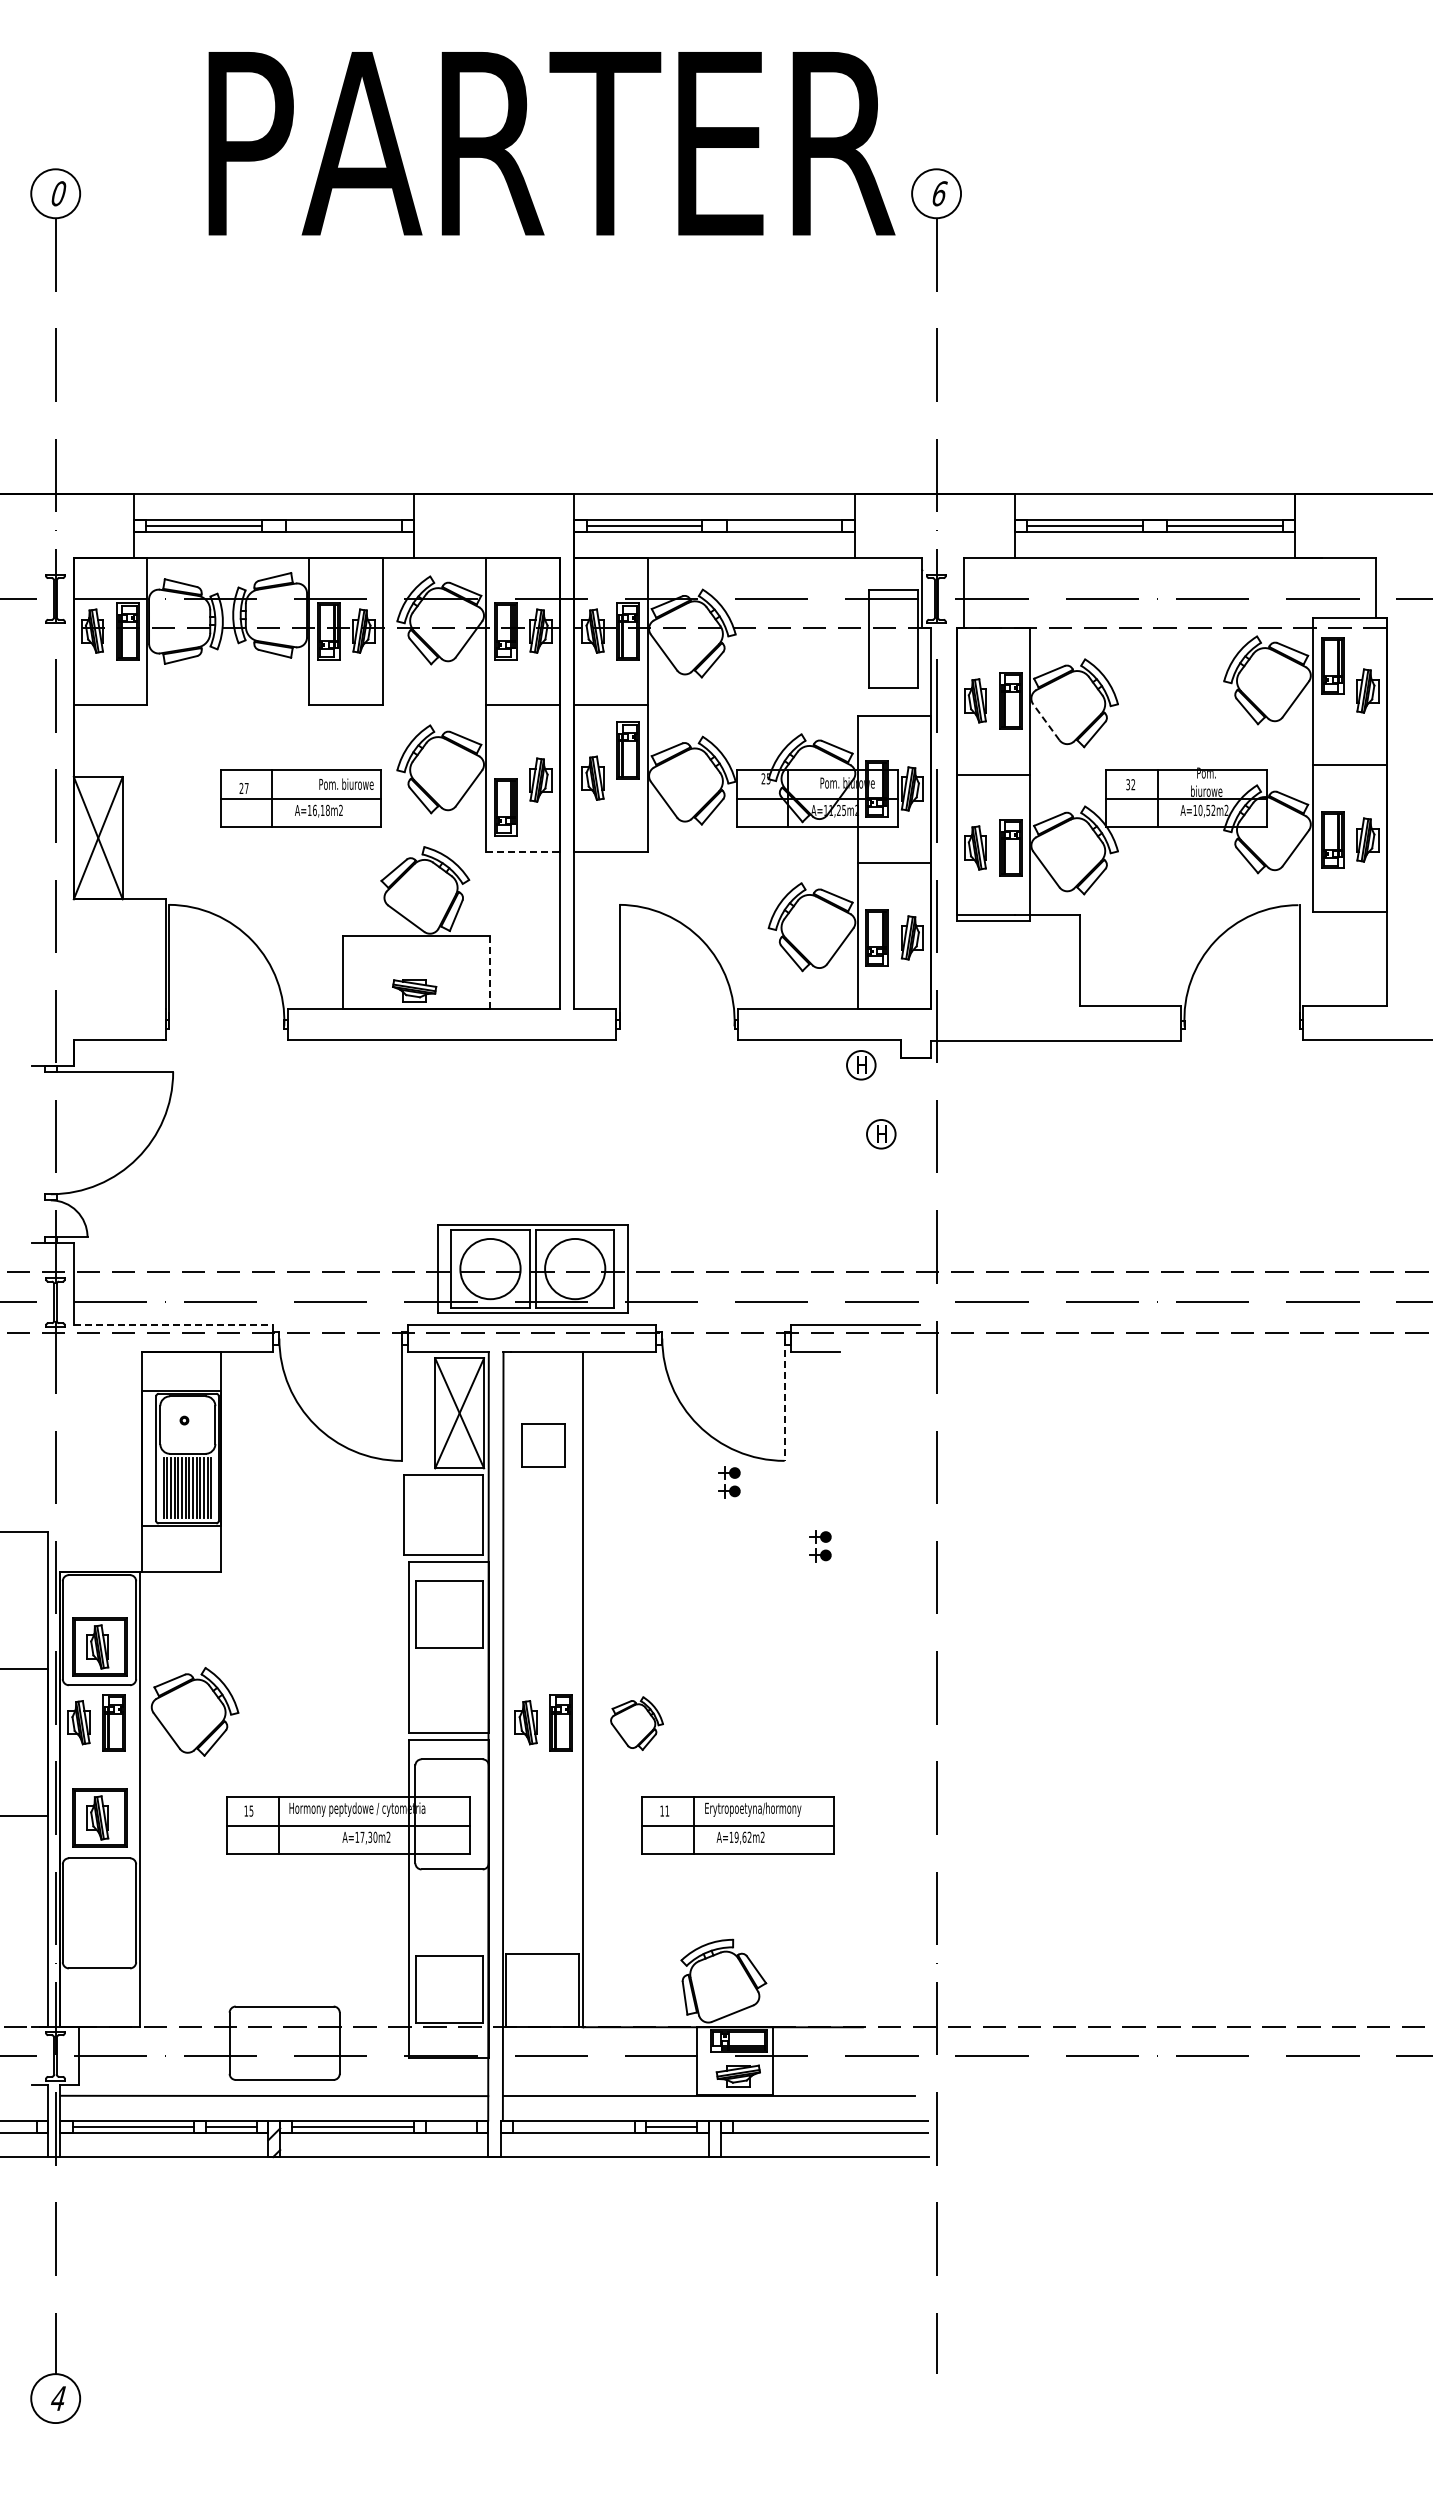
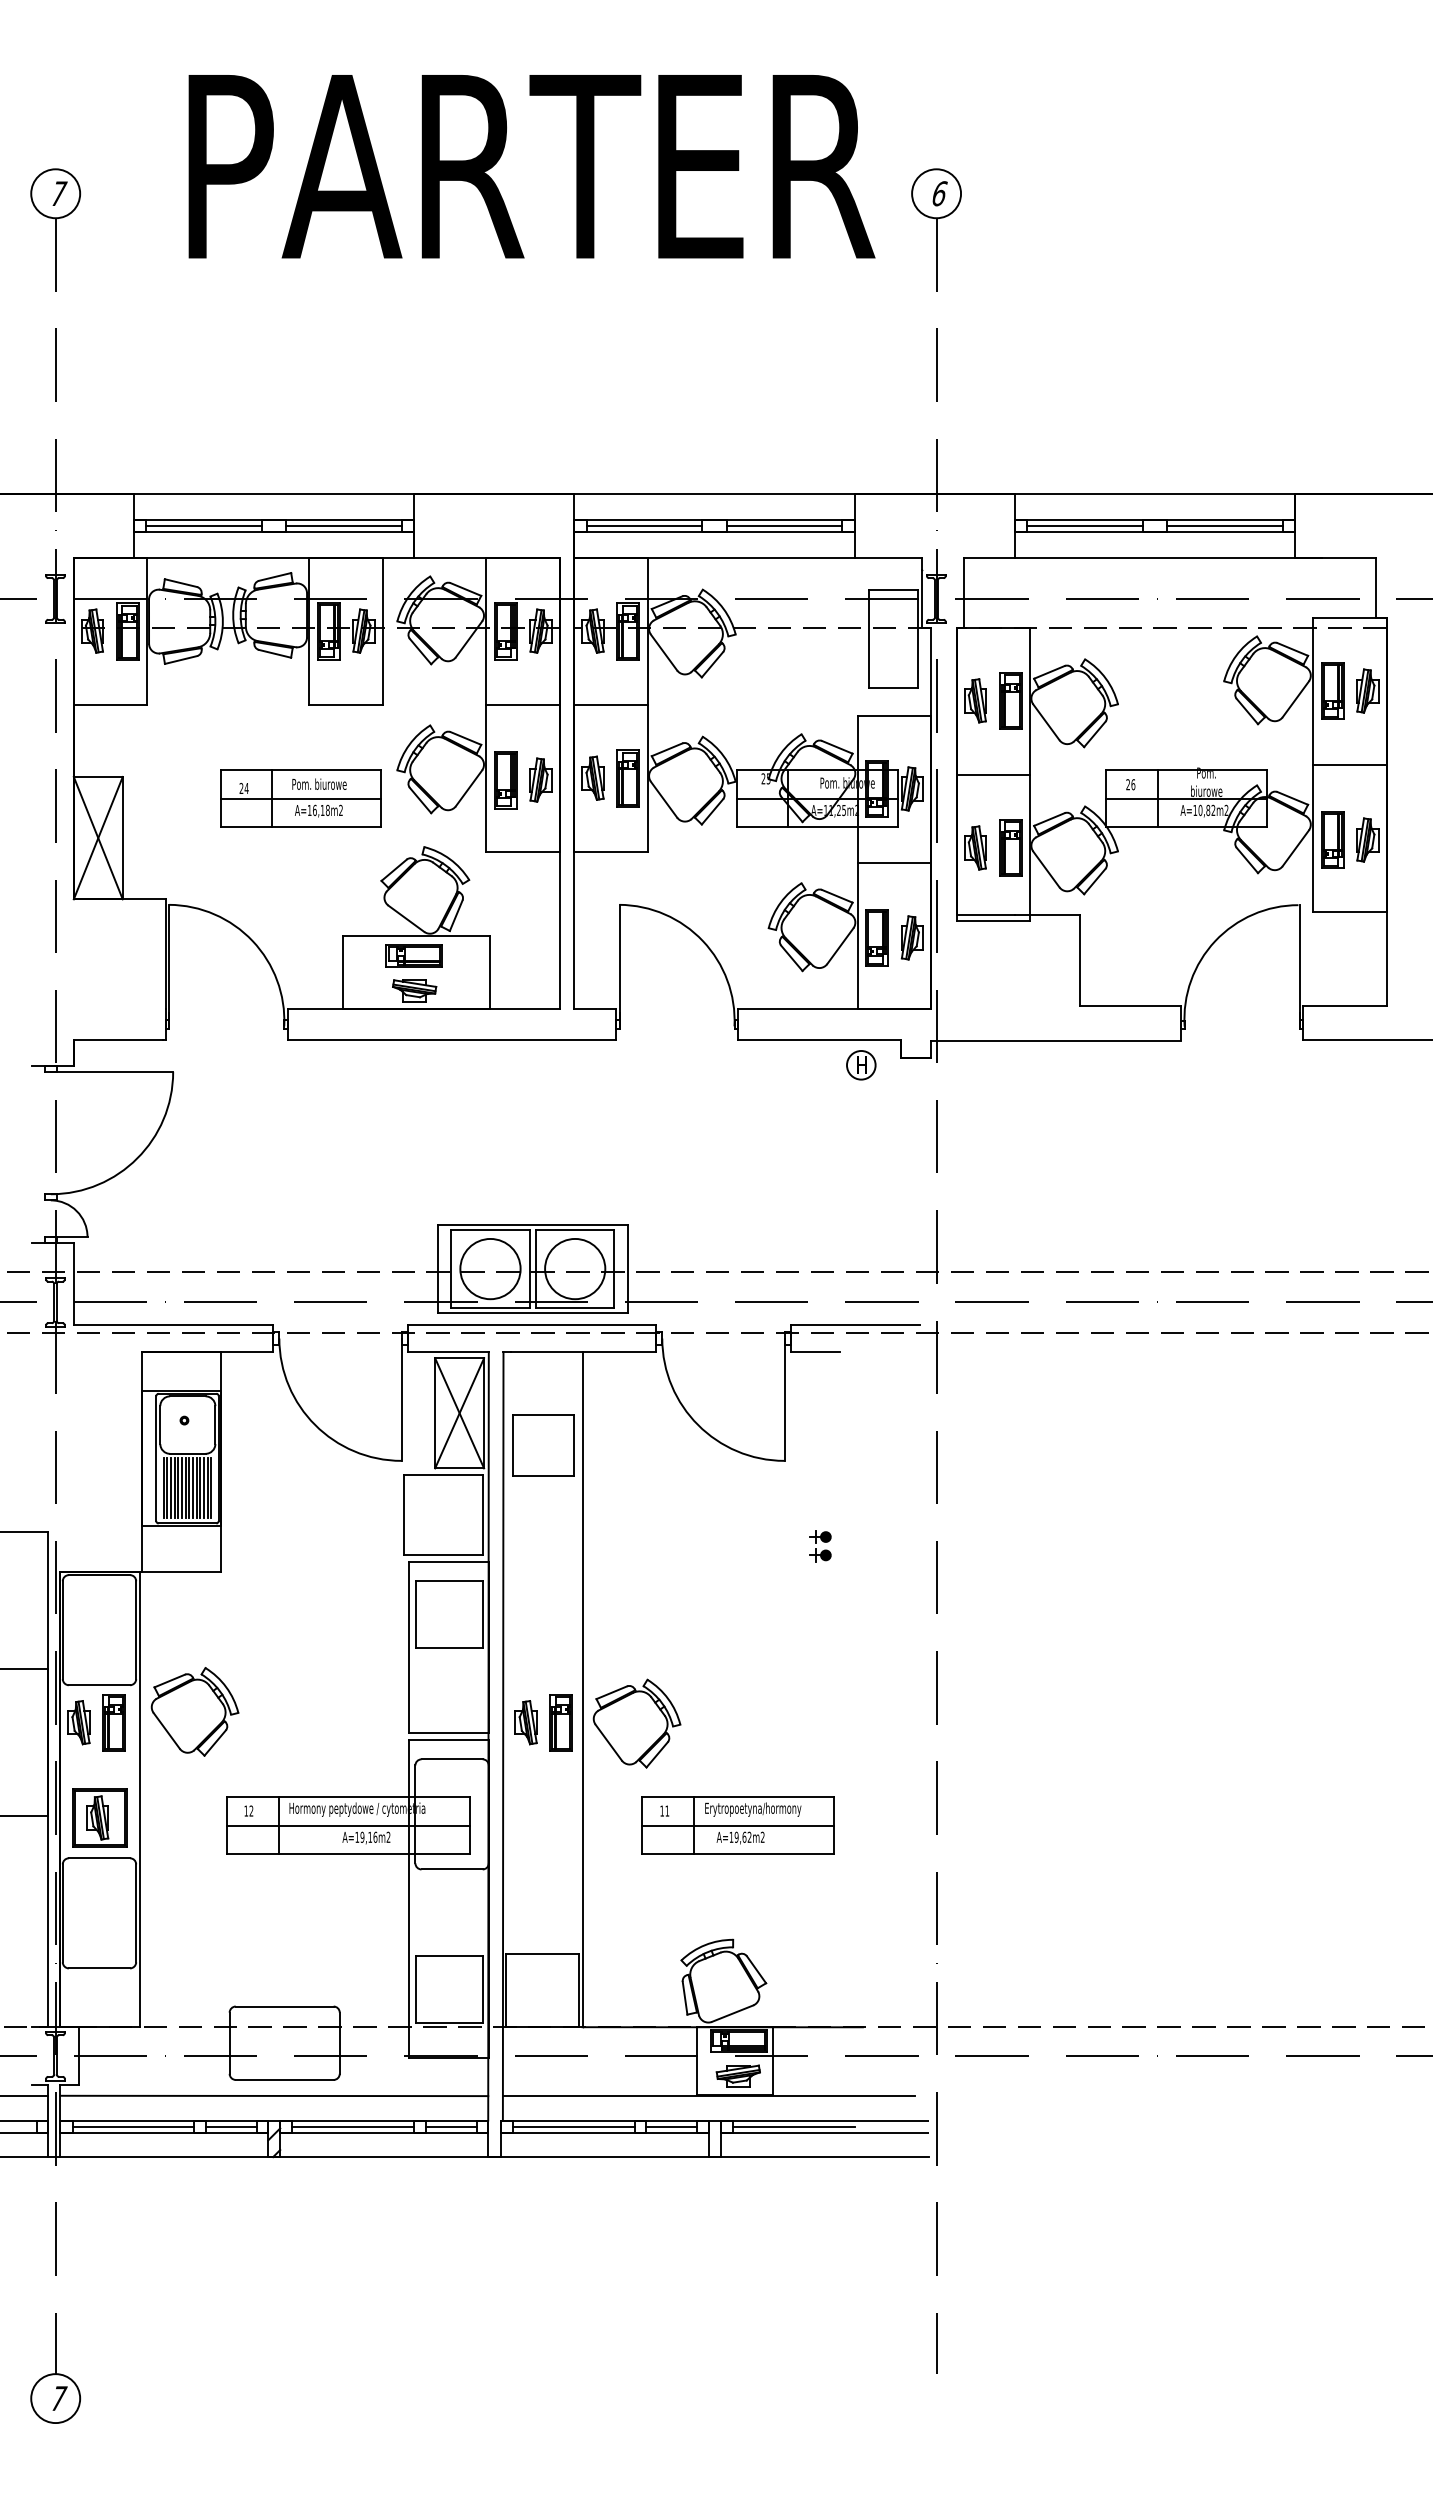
text at (551, 143) position: (551, 143) -> (531, 166)
text at (59, 193): 0 -> 7
line at (343, 526): none -> present
line at (784, 526): none -> present
part at (1332, 665) position: (1332, 665) -> (1332, 690)
line at (1046, 721): dashed -> solid
part at (627, 750) position: (627, 750) -> (627, 778)
text at (346, 783) position: (346, 783) -> (319, 783)
text at (1130, 784): 32 -> 26
text at (246, 788): 27 -> 24
part at (505, 807) position: (505, 807) -> (505, 780)
text at (1208, 810): A=10,52m2 -> A=10,82m2
line at (523, 851): dashed -> solid
part at (413, 955): none -> present
line at (489, 972): dashed -> solid
part at (881, 1134): present -> none
line at (173, 1325): dashed -> solid
line at (784, 1400): dashed -> solid
part at (543, 1445) size: 45x45 px -> 63x63 px
part at (729, 1482): present -> none
part at (99, 1646): present -> none
part at (636, 1723) size: 54x55 px -> 90x91 px
text at (251, 1810): 15 -> 12
text at (368, 1836): A=17,30m2 -> A=19,16m2
line at (25, 2095): none -> present
line at (450, 2126): none -> present
line at (573, 2126): none -> present
line at (793, 2126): none -> present
text at (59, 2398): 4 -> 7
